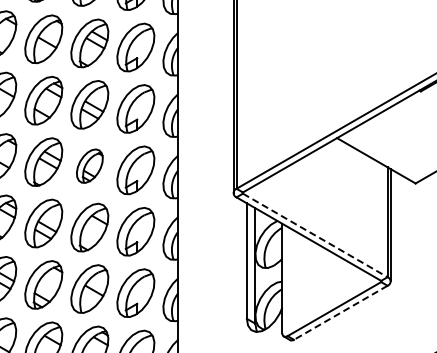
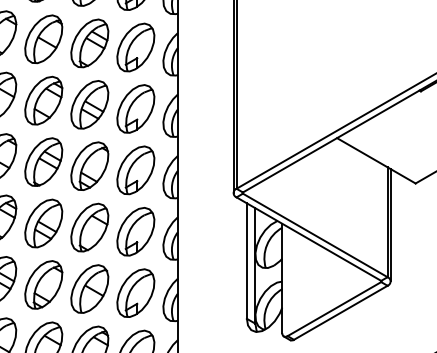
part at (89, 165) size: 28x36 px -> 40x50 px
line at (315, 235): dashed -> solid
line at (340, 313): dashed -> solid
